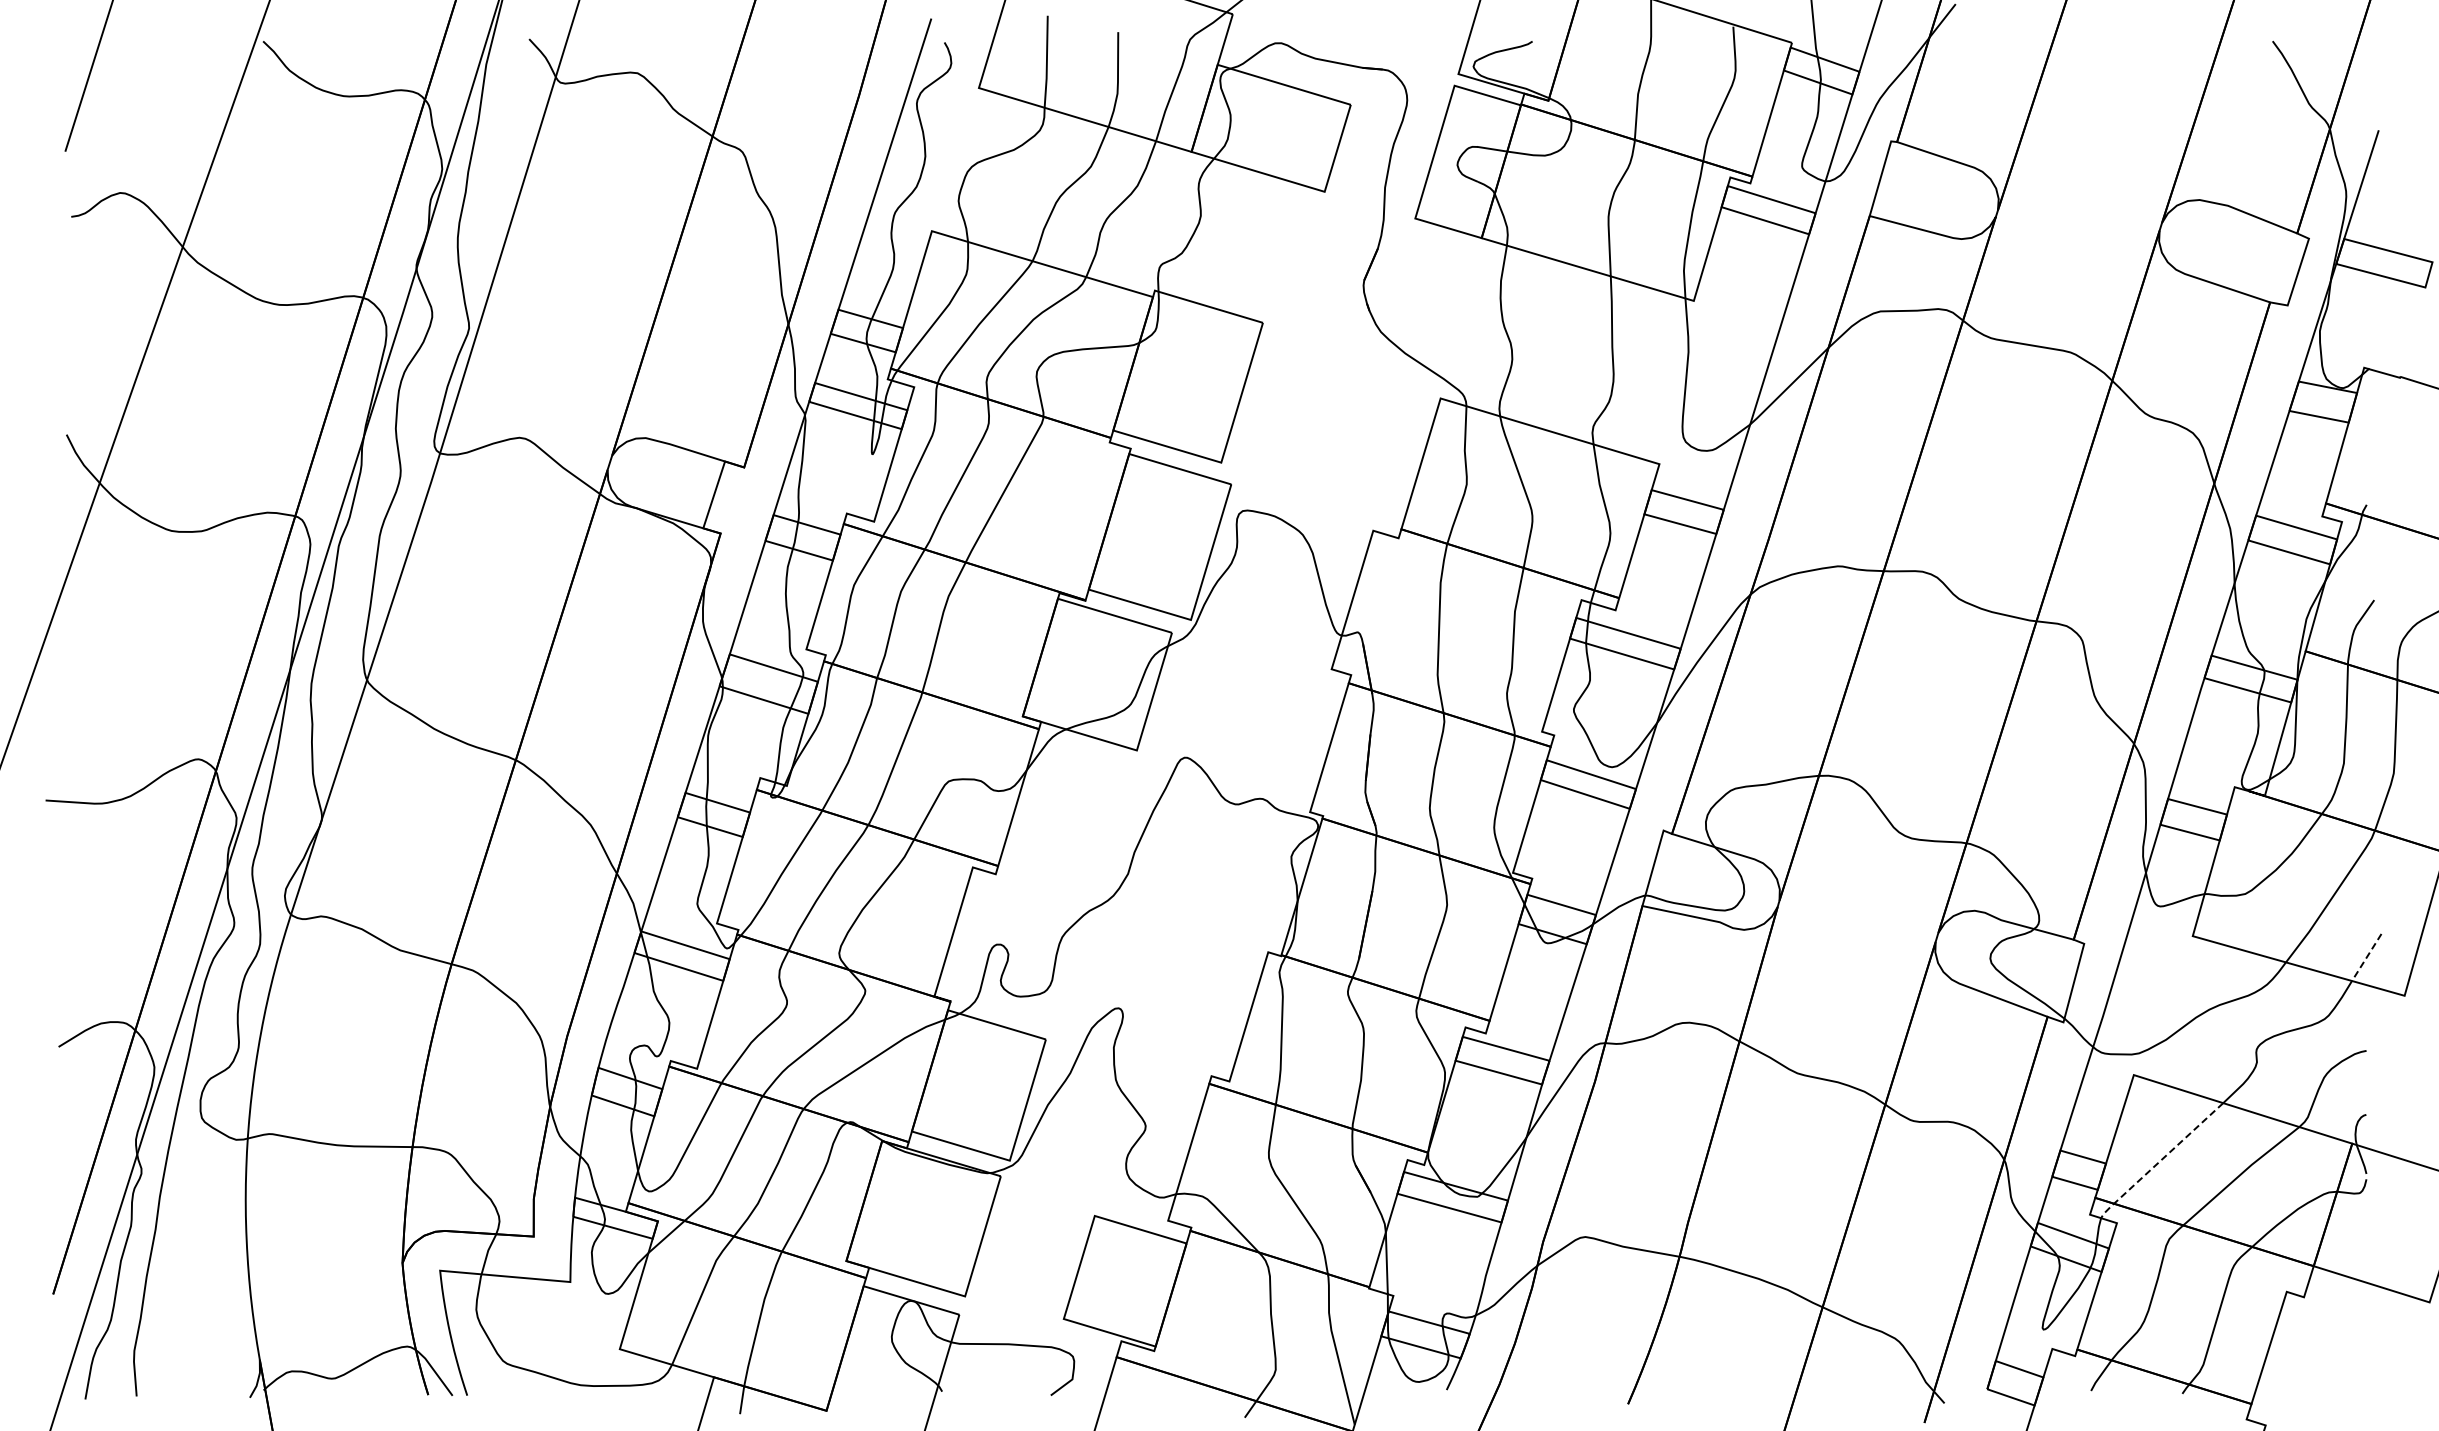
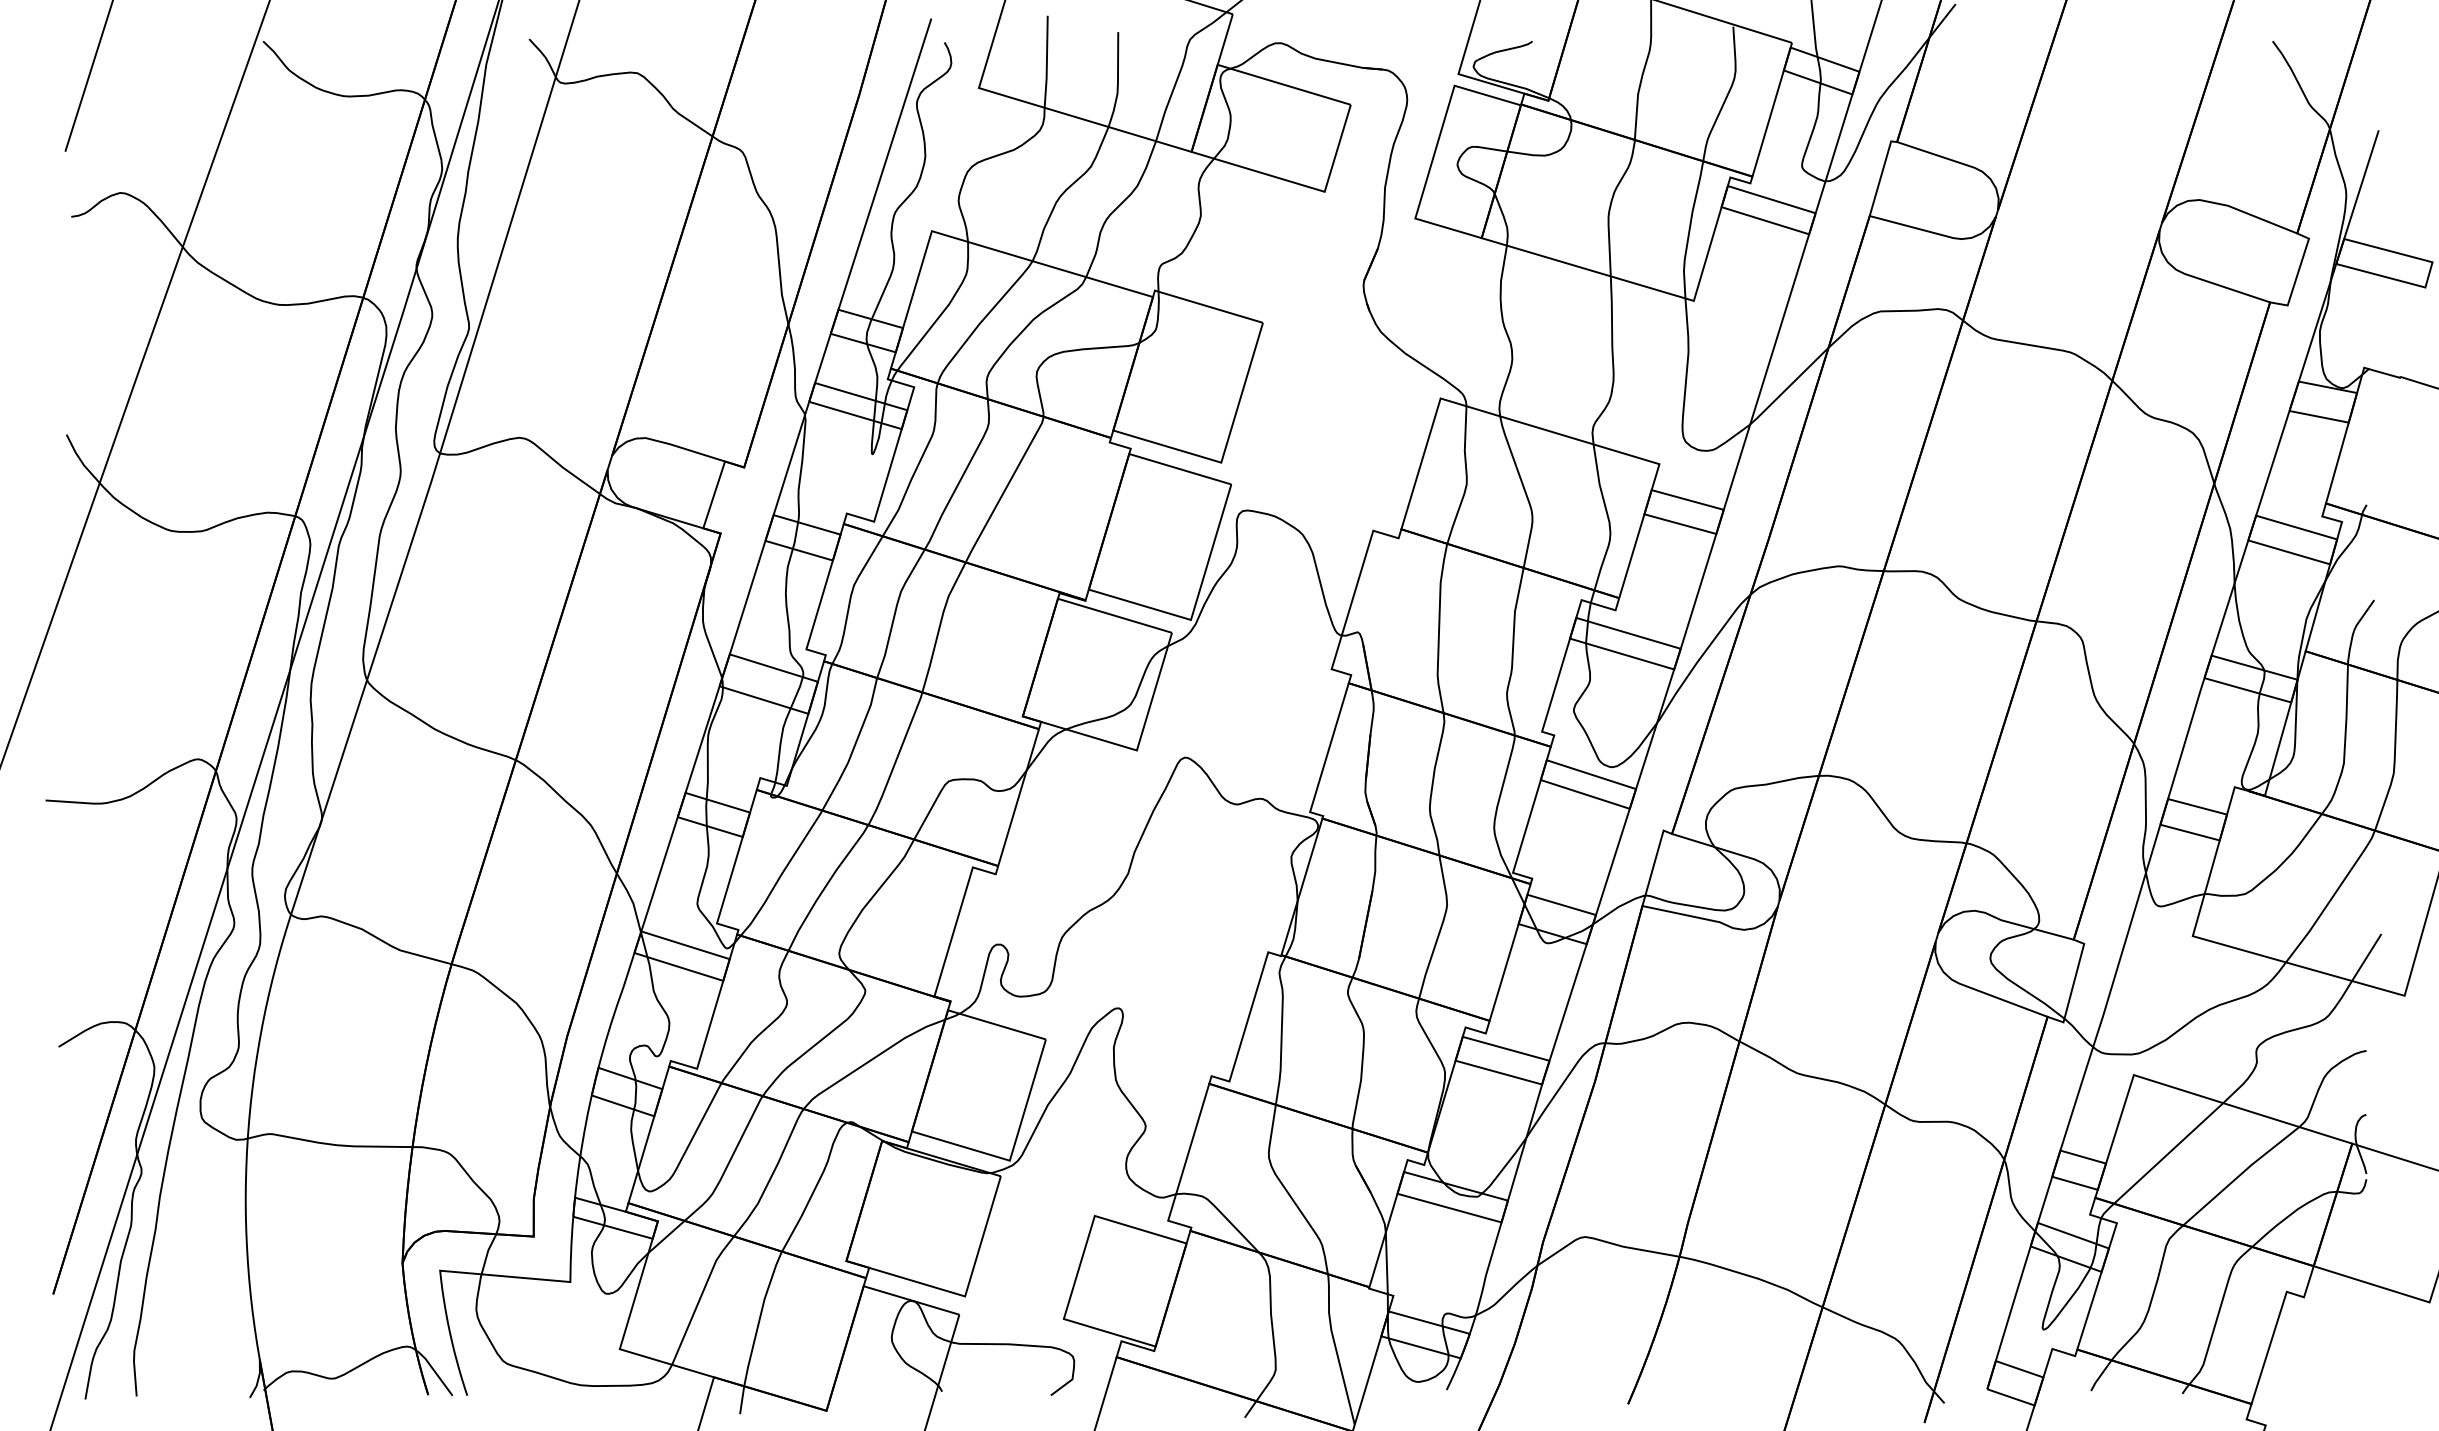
line at (2366, 957): dashed -> solid
line at (2160, 1161): dashed -> solid
